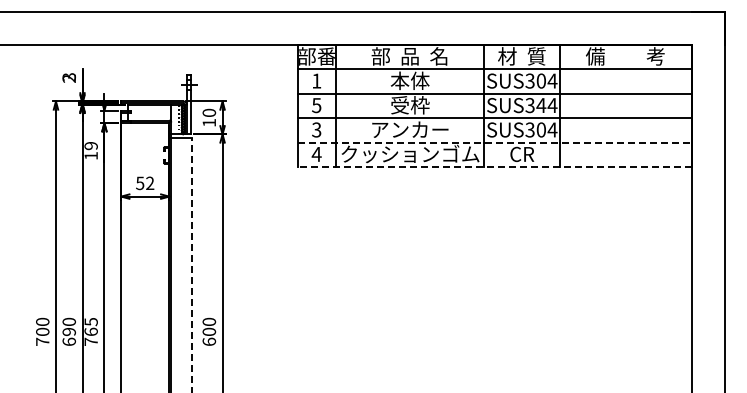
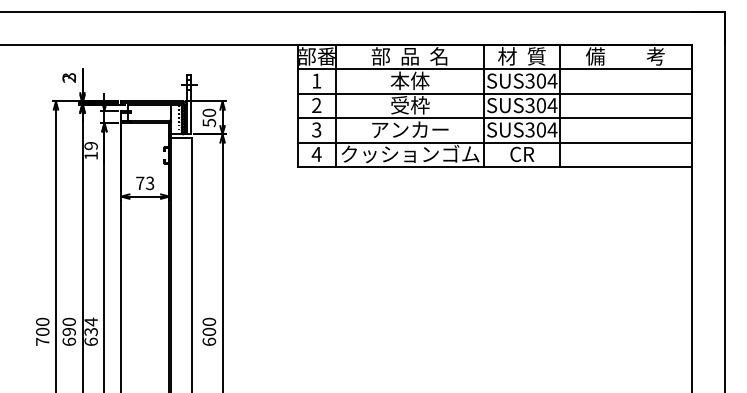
text at (316, 105): 5 -> 2
text at (541, 105): SUS344 -> SUS304
text at (209, 122): 10 -> 50
line at (495, 142): dashed -> solid
line at (494, 167): dashed -> solid
text at (145, 183): 52 -> 73
line at (192, 264): dashed -> solid
text at (90, 331): 765 -> 634
